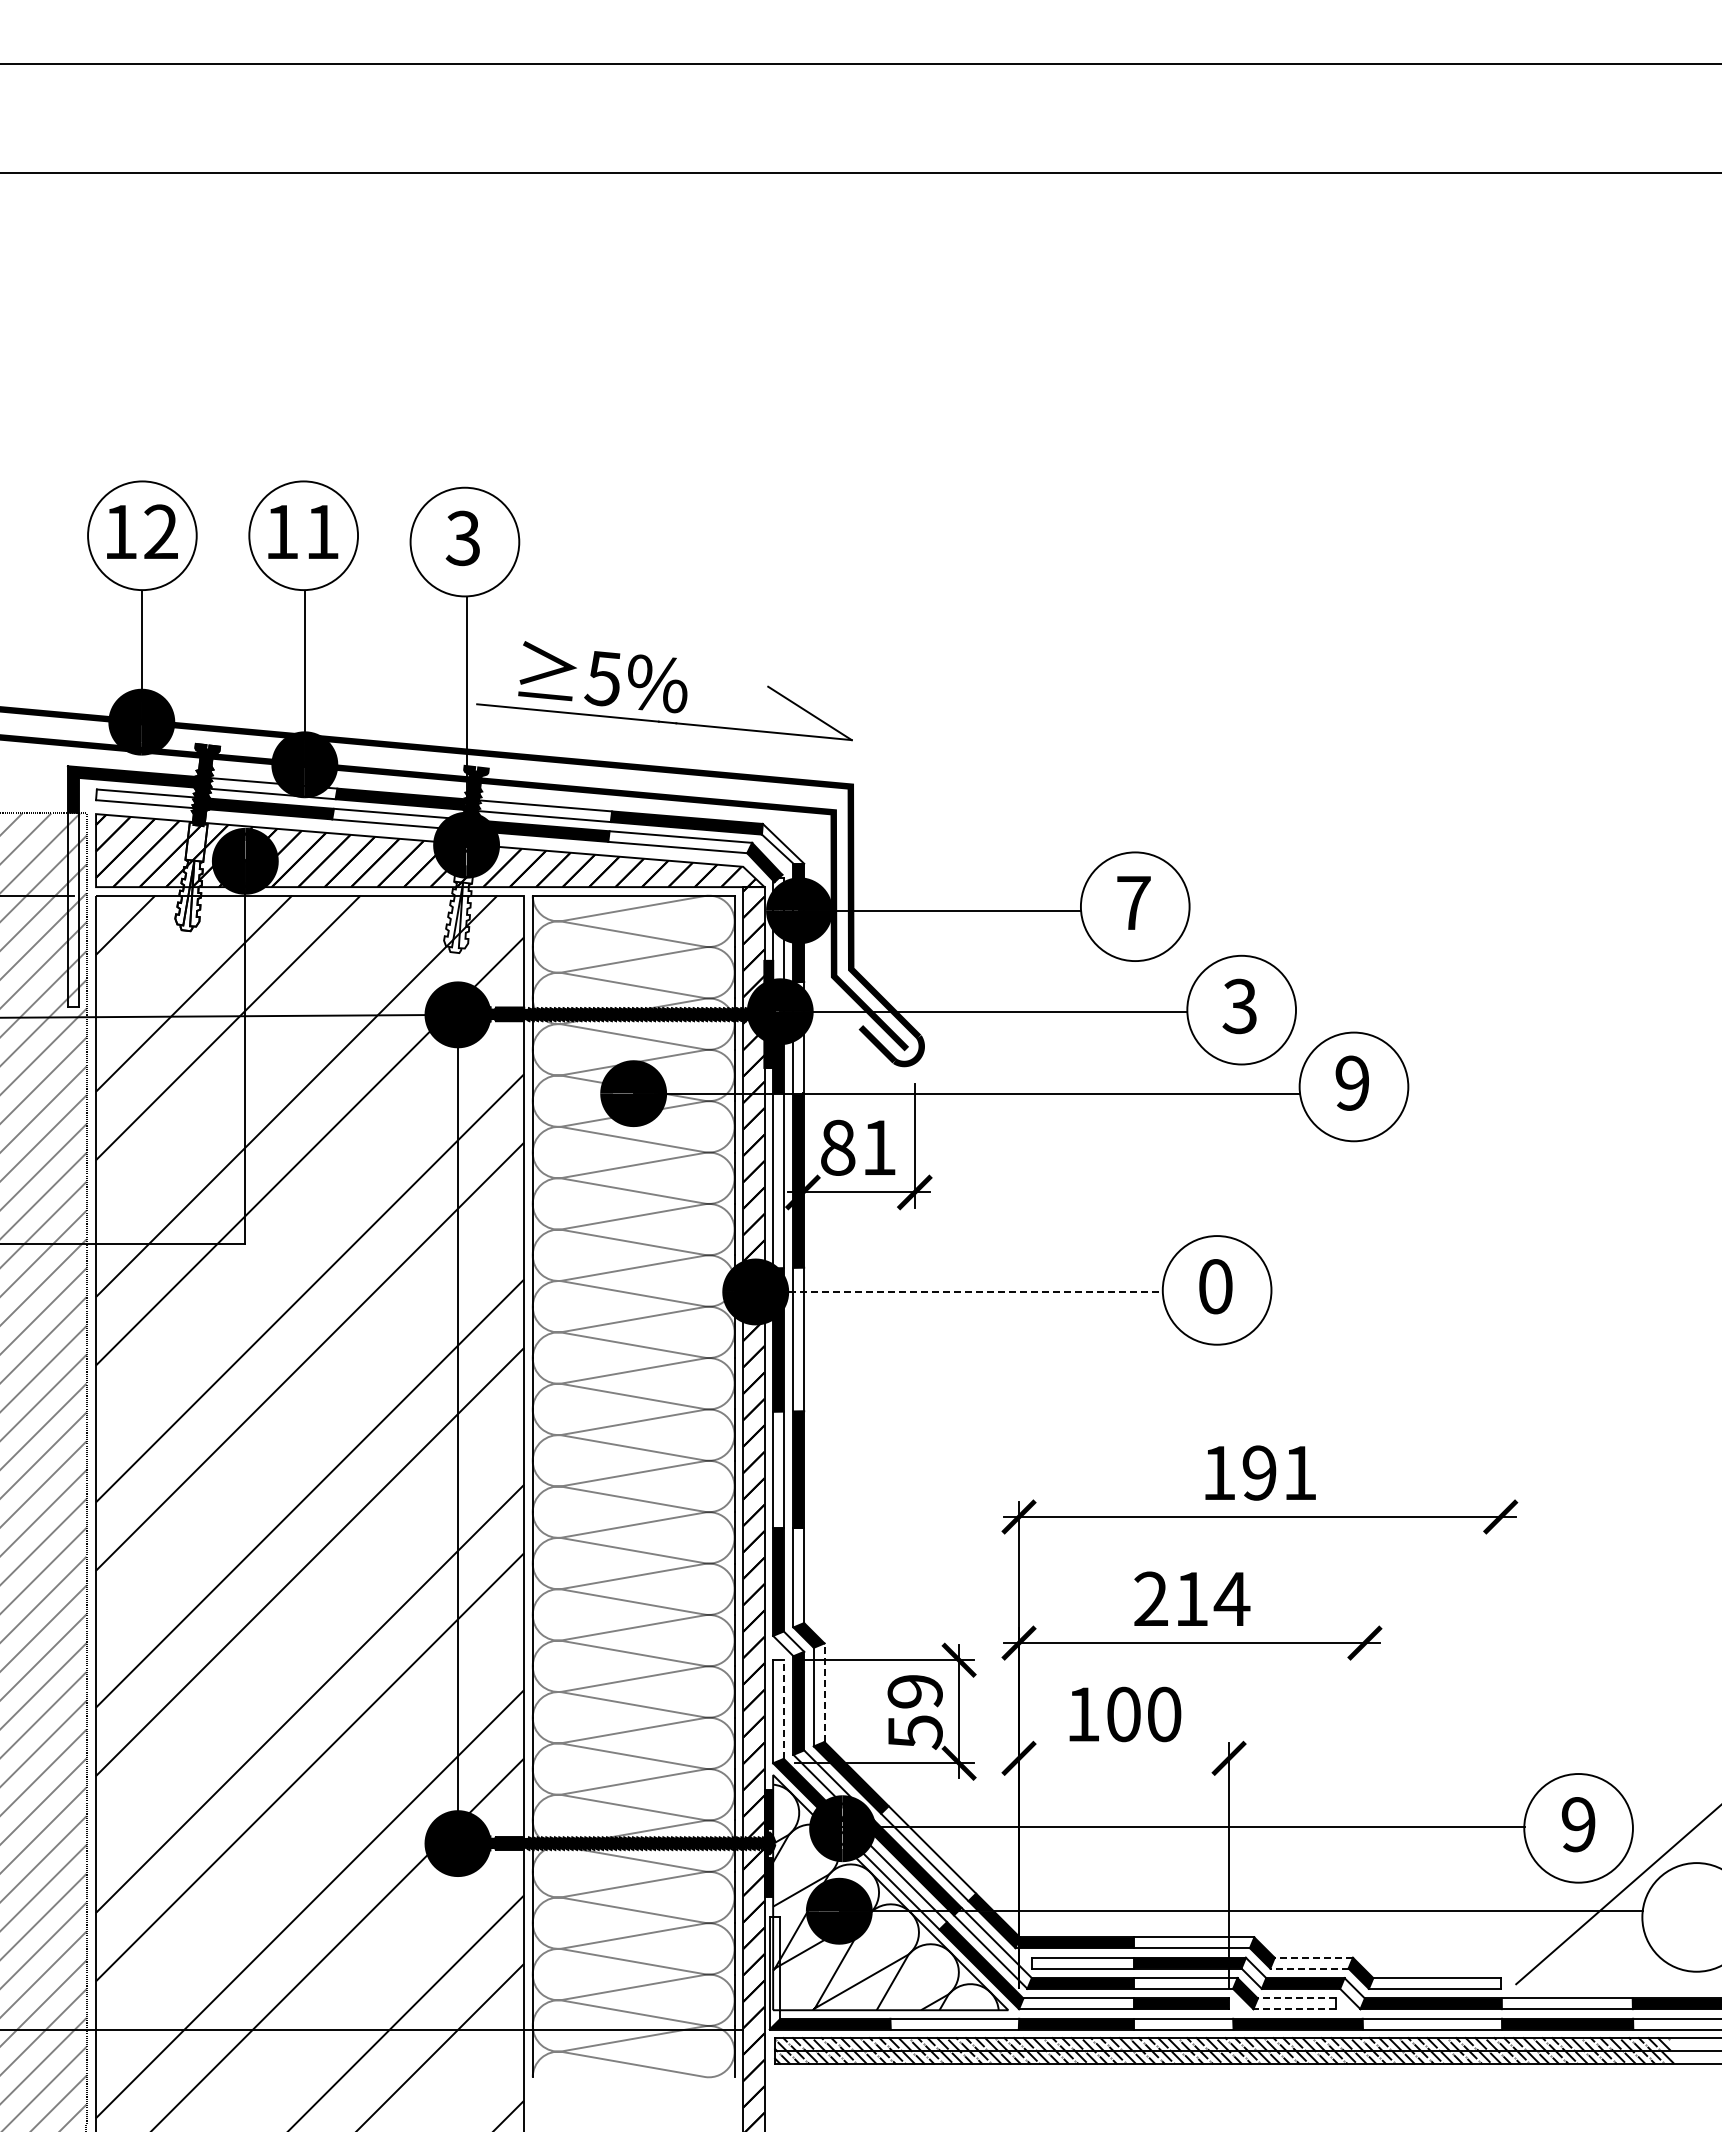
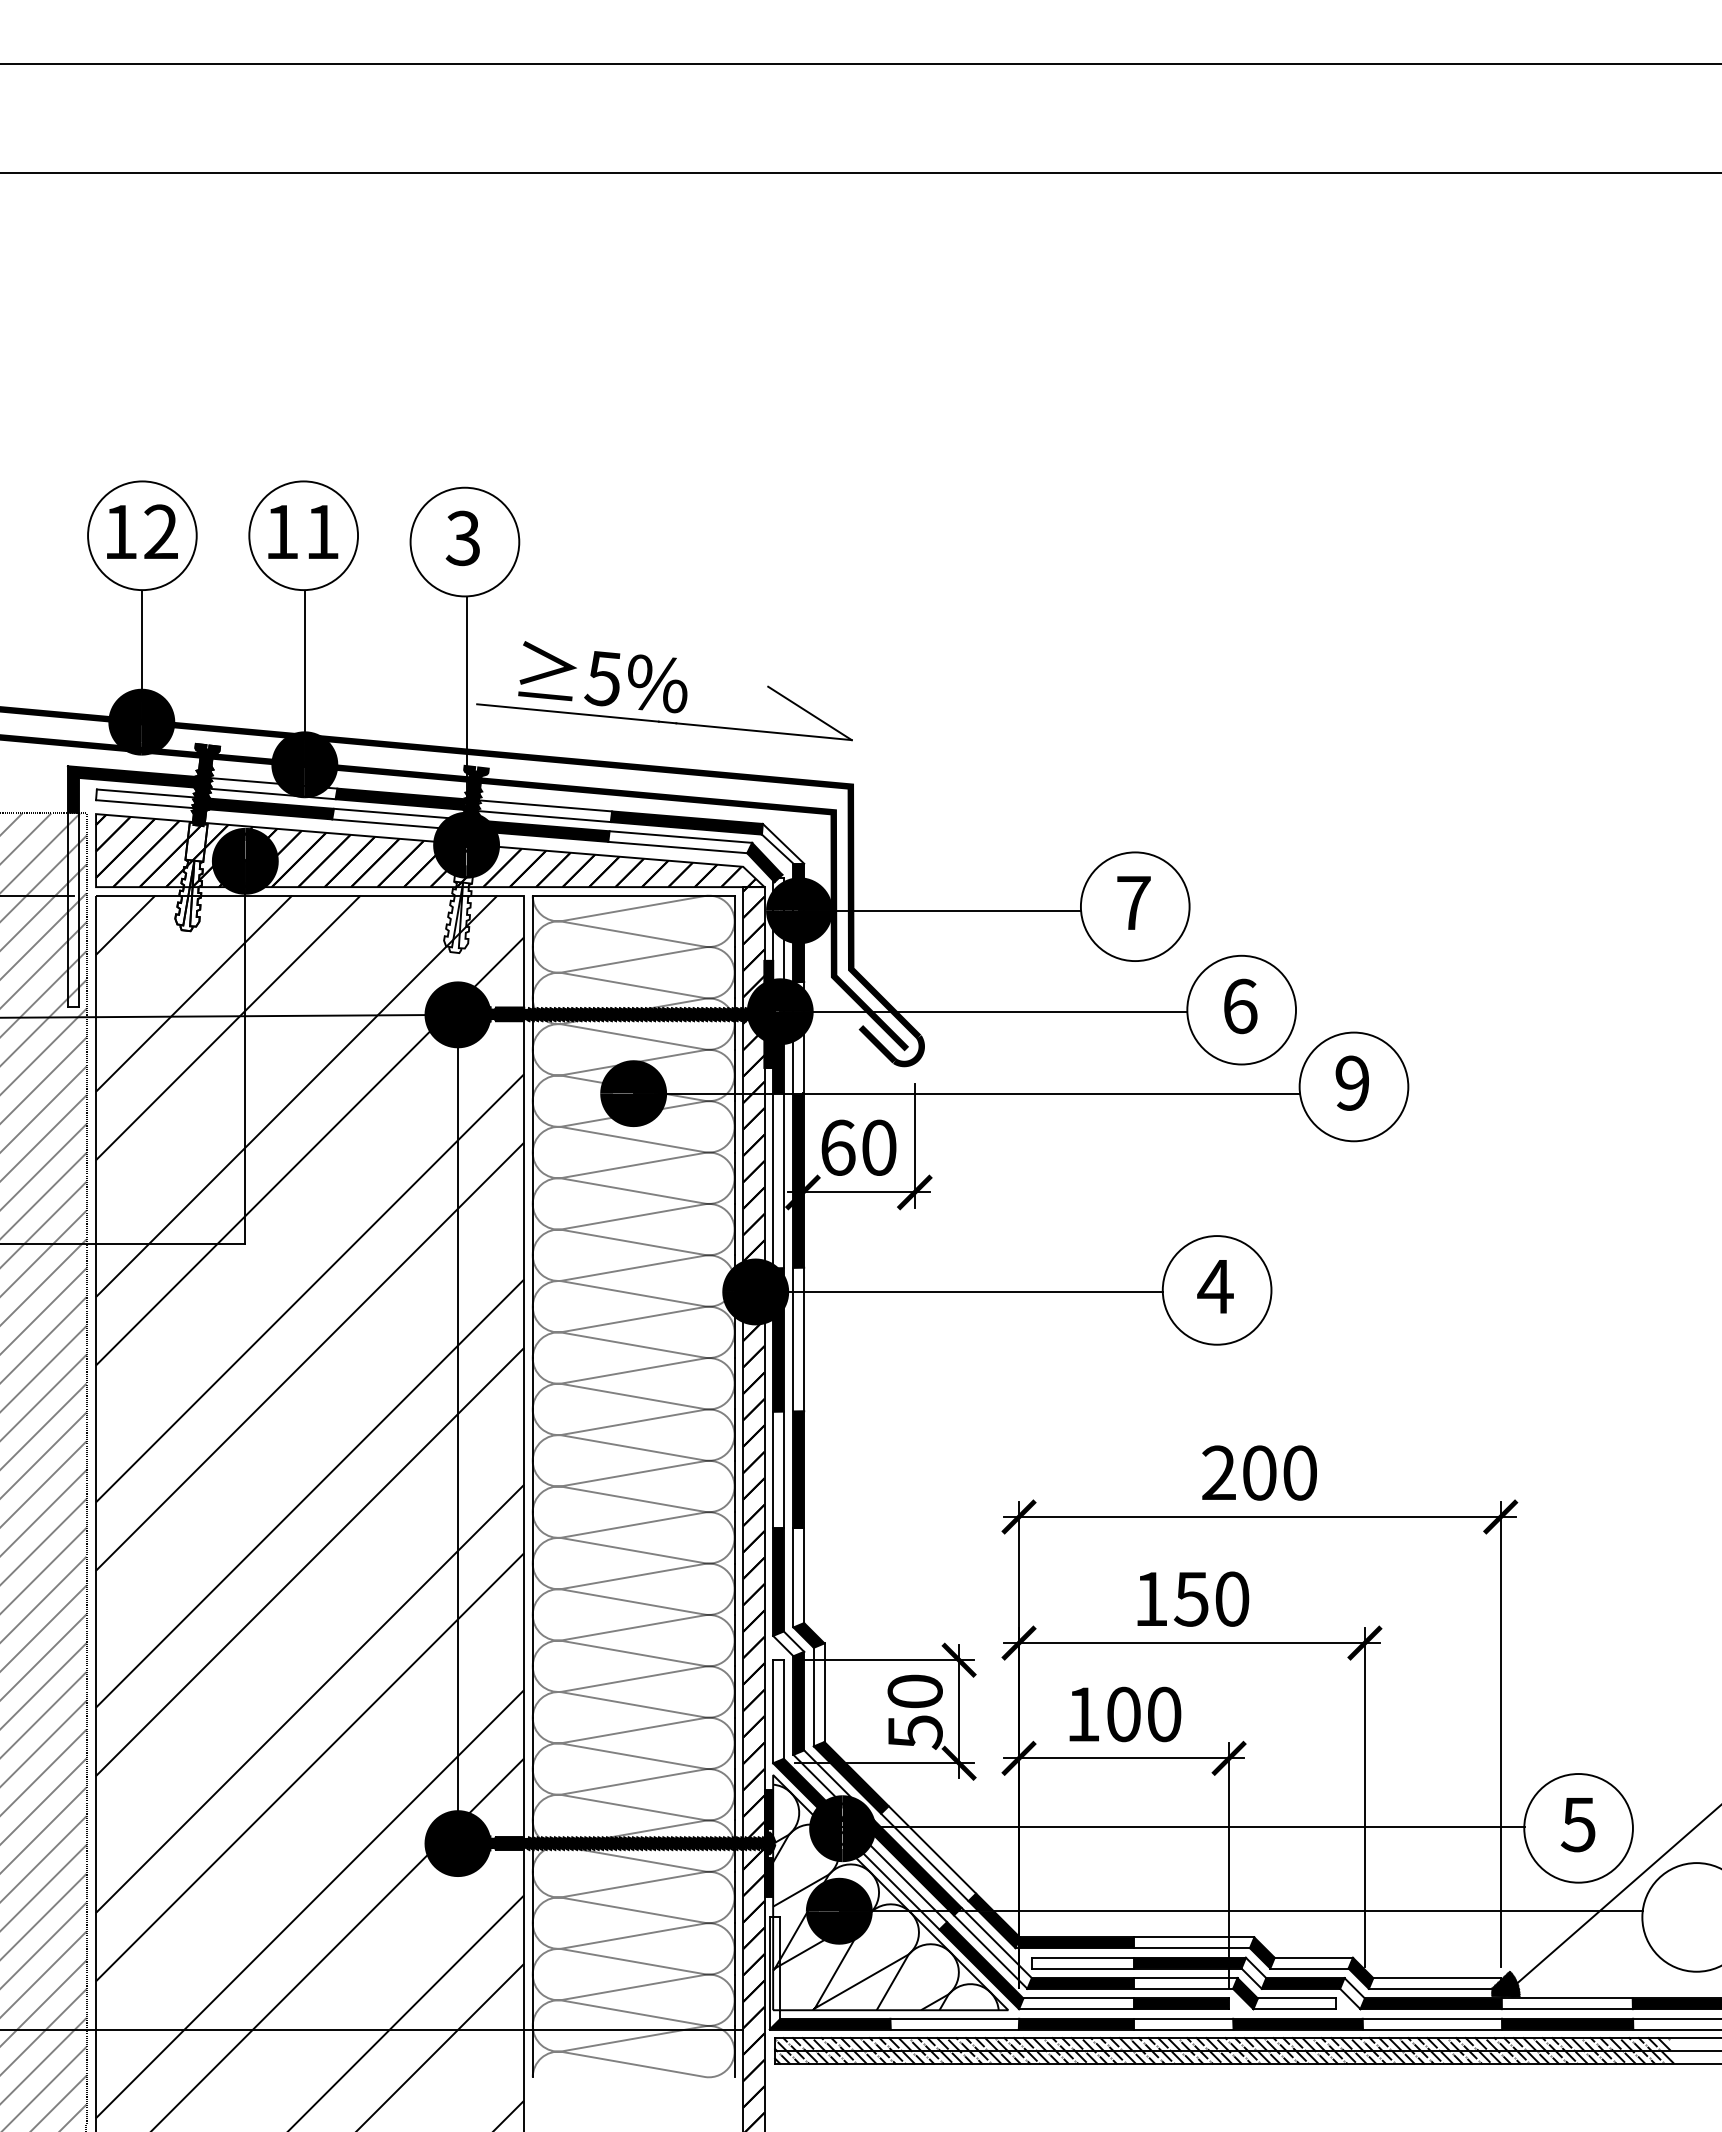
text at (1239, 1006): 3 -> 6
text at (858, 1147): 81 -> 60
text at (1215, 1286): 0 -> 4
line at (959, 1291): dashed -> solid
text at (1259, 1472): 191 -> 200
text at (1192, 1598): 214 -> 150
text at (914, 1691): 59 -> 50
line at (824, 1692): dashed -> solid
line at (783, 1709): dashed -> solid
line at (1500, 1734): none -> present
line at (1124, 1758): none -> present
line at (1364, 1797): none -> present
text at (1577, 1824): 9 -> 5
line at (1313, 1957): dashed -> solid
line at (1308, 1968): dashed -> solid
hatch at (1505, 1984): none -> present
line at (1296, 1998): dashed -> solid
line at (1294, 2009): dashed -> solid
